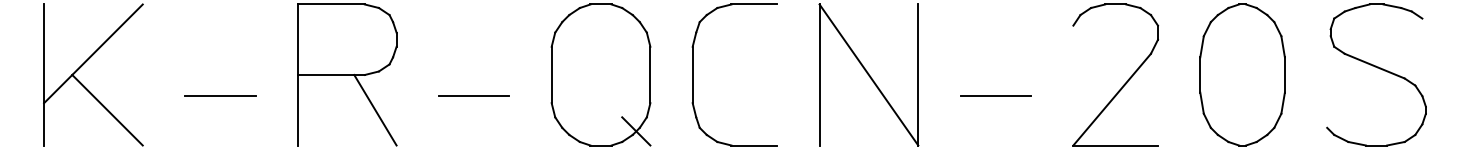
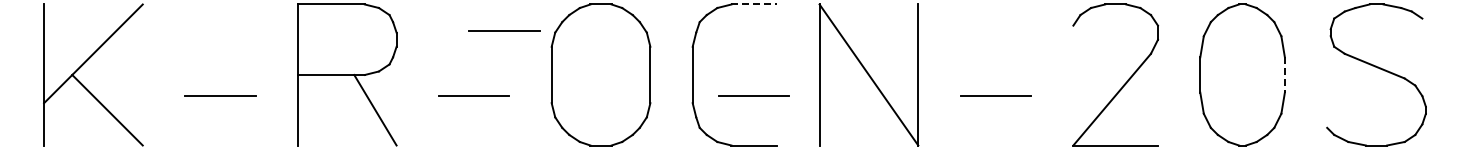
line at (754, 4): solid -> dashed
line at (504, 30): none -> present
line at (1284, 75): solid -> dashed
line at (753, 95): none -> present
line at (636, 131): present -> none
